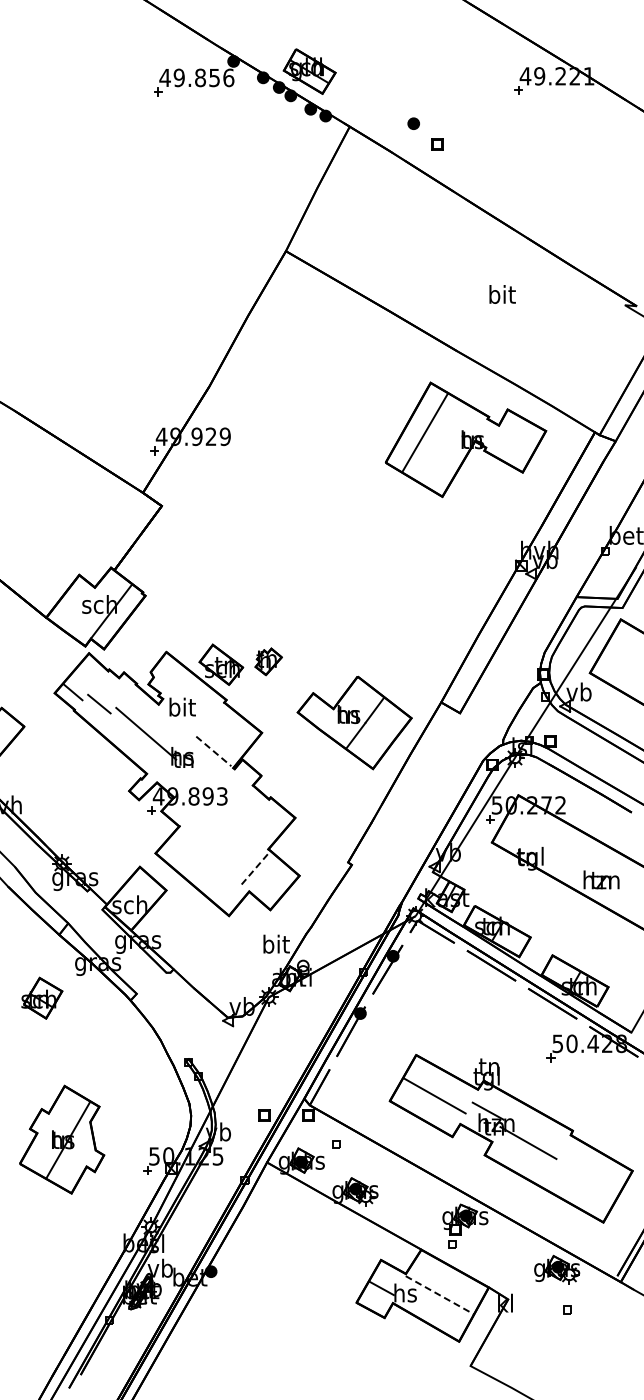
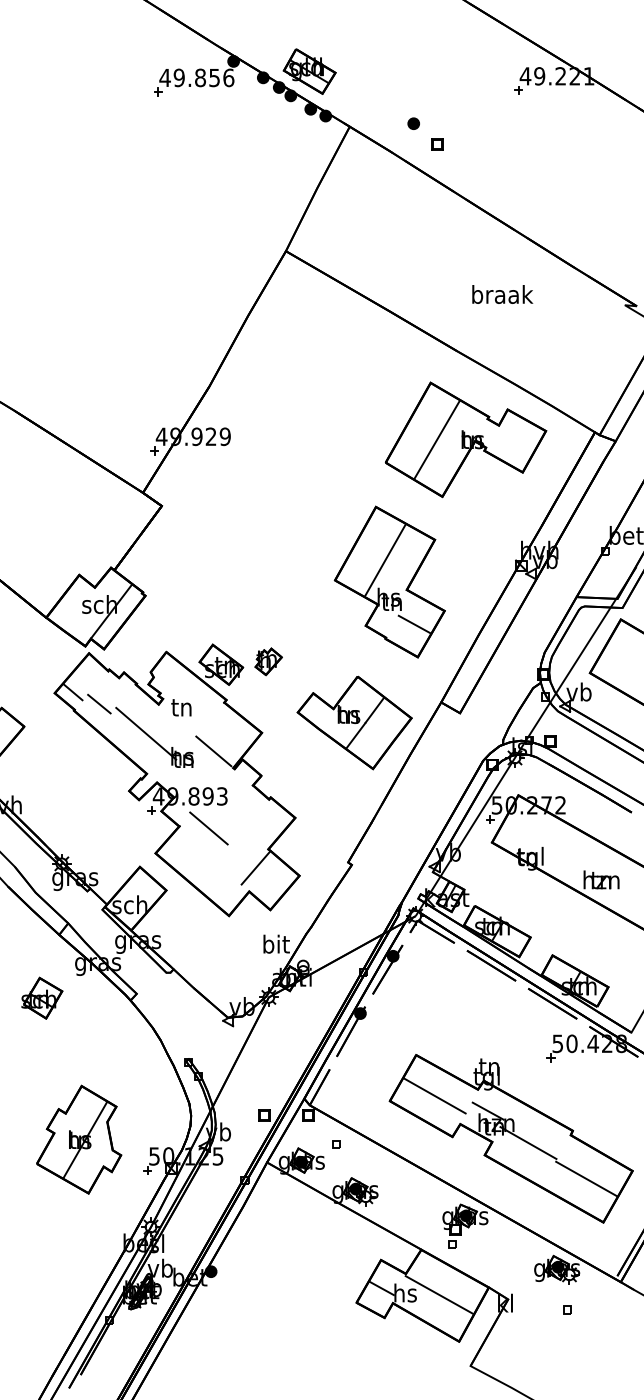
text at (502, 294): bit -> braak
line at (424, 432) position: (424, 432) -> (436, 439)
part at (389, 581): none -> present
text at (182, 706): bit -> tn
line at (213, 751): dashed -> solid
line at (208, 828): none -> present
line at (255, 867): dashed -> solid
part at (62, 1139) position: (62, 1139) -> (79, 1139)
line at (586, 1178): none -> present
line at (439, 1295): dashed -> solid
